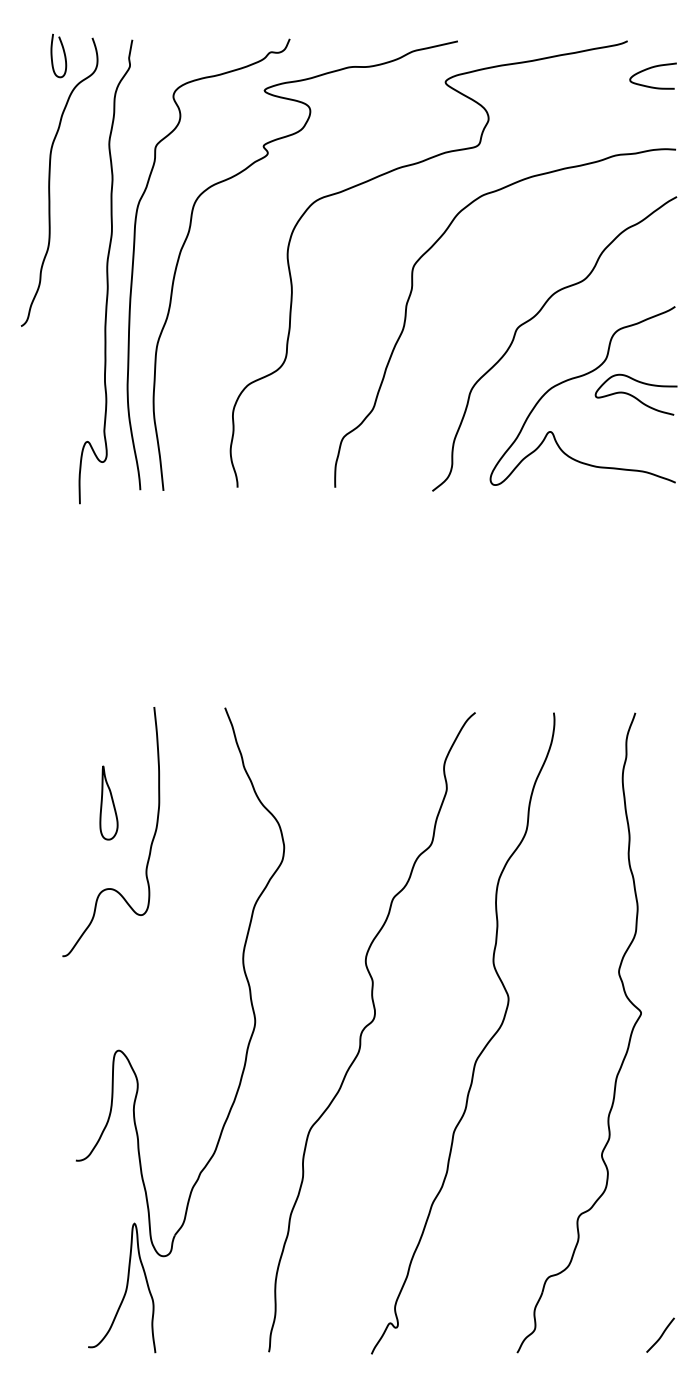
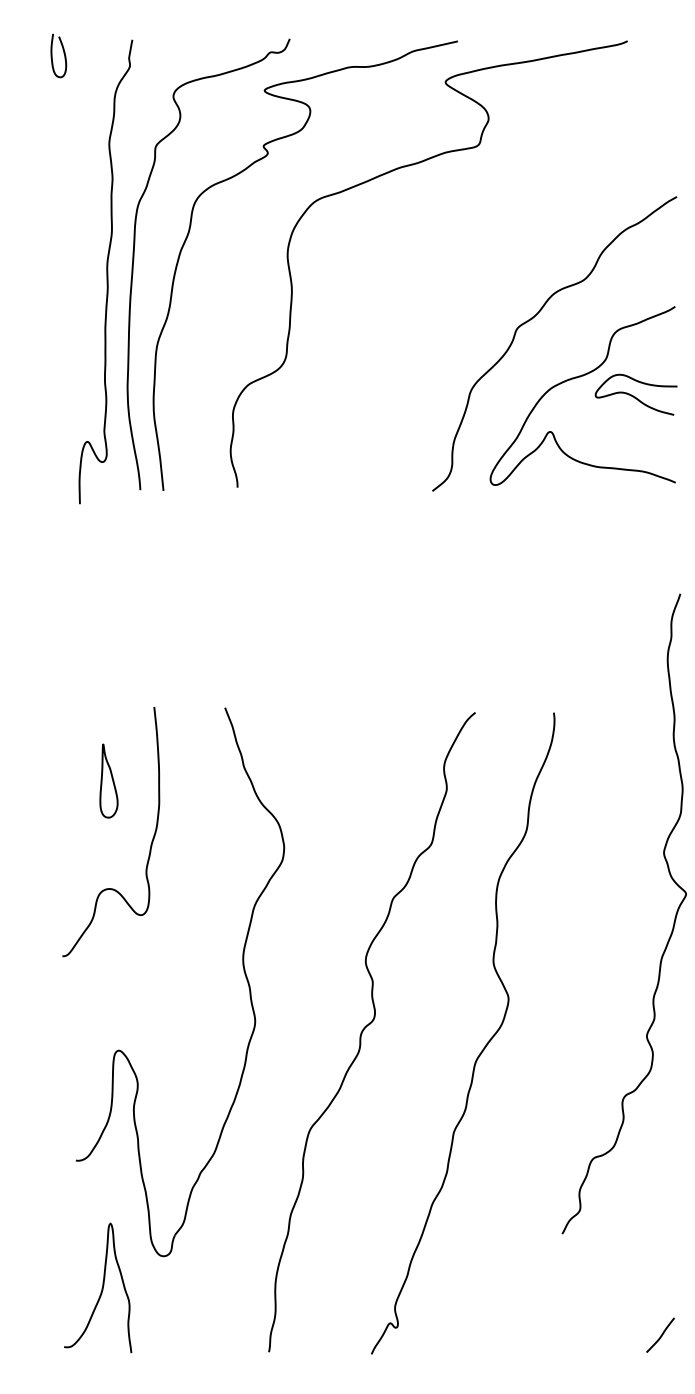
curve at (649, 69): present -> none
curve at (50, 181): present -> none
curve at (412, 291): present -> none
part at (108, 802) position: (108, 802) -> (108, 780)
part at (627, 1045) position: (627, 1045) -> (672, 926)
curve at (125, 1288) position: (125, 1288) -> (101, 1288)
